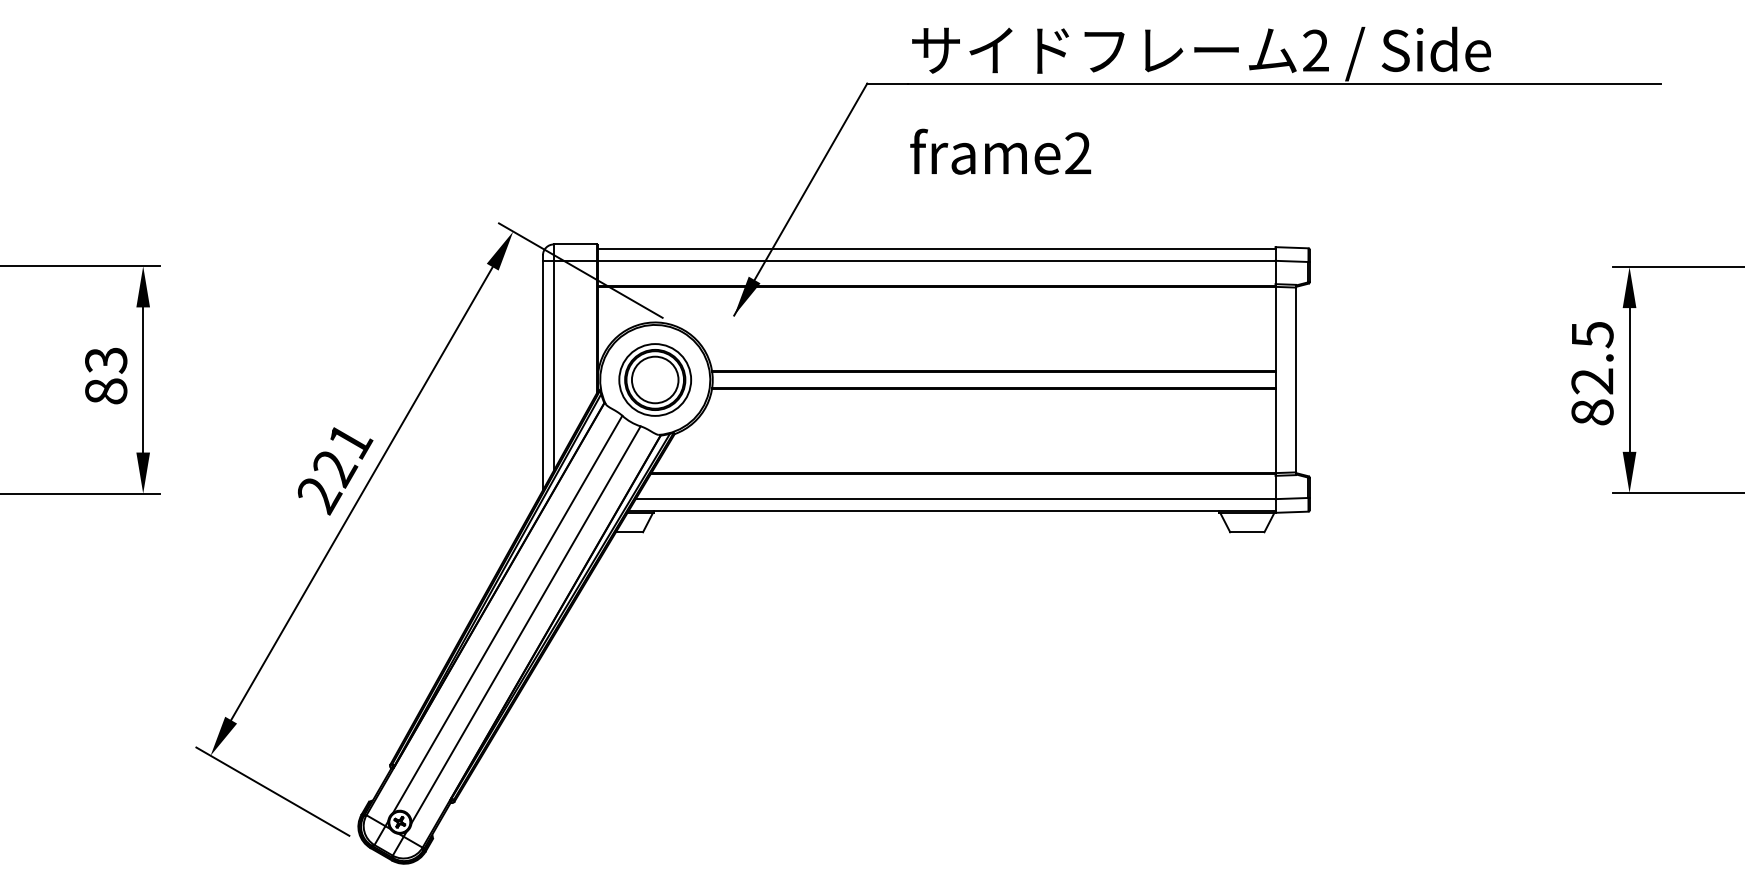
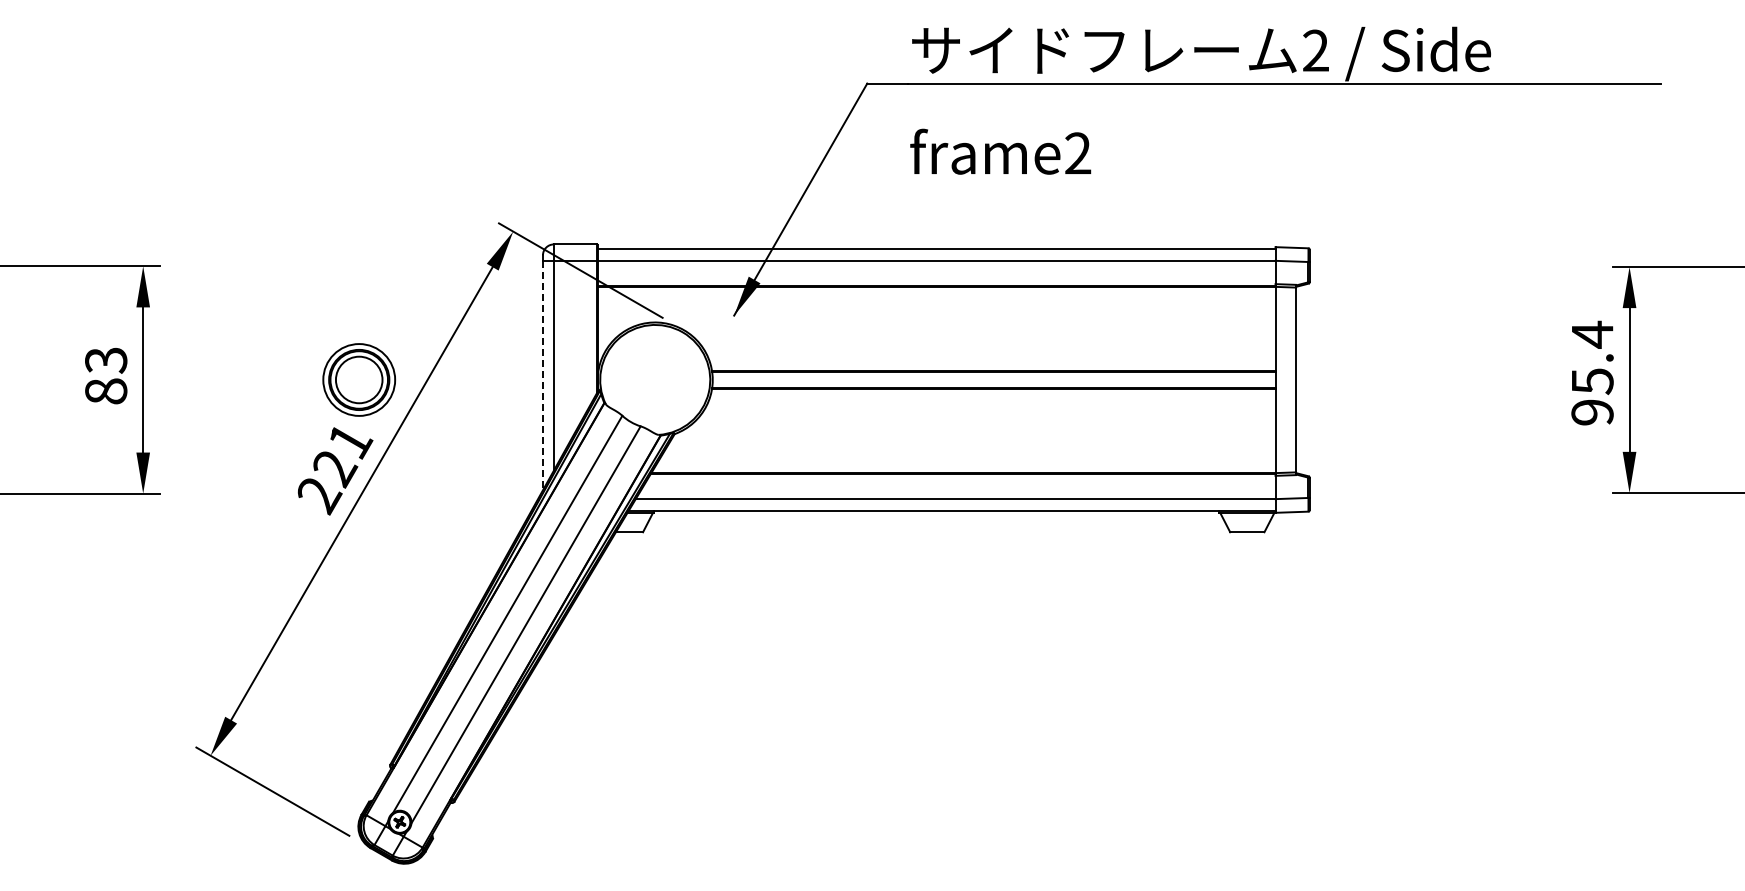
text at (1592, 372): 82.5 -> 95.4
line at (542, 375): solid -> dashed
part at (655, 379) position: (655, 379) -> (359, 379)
